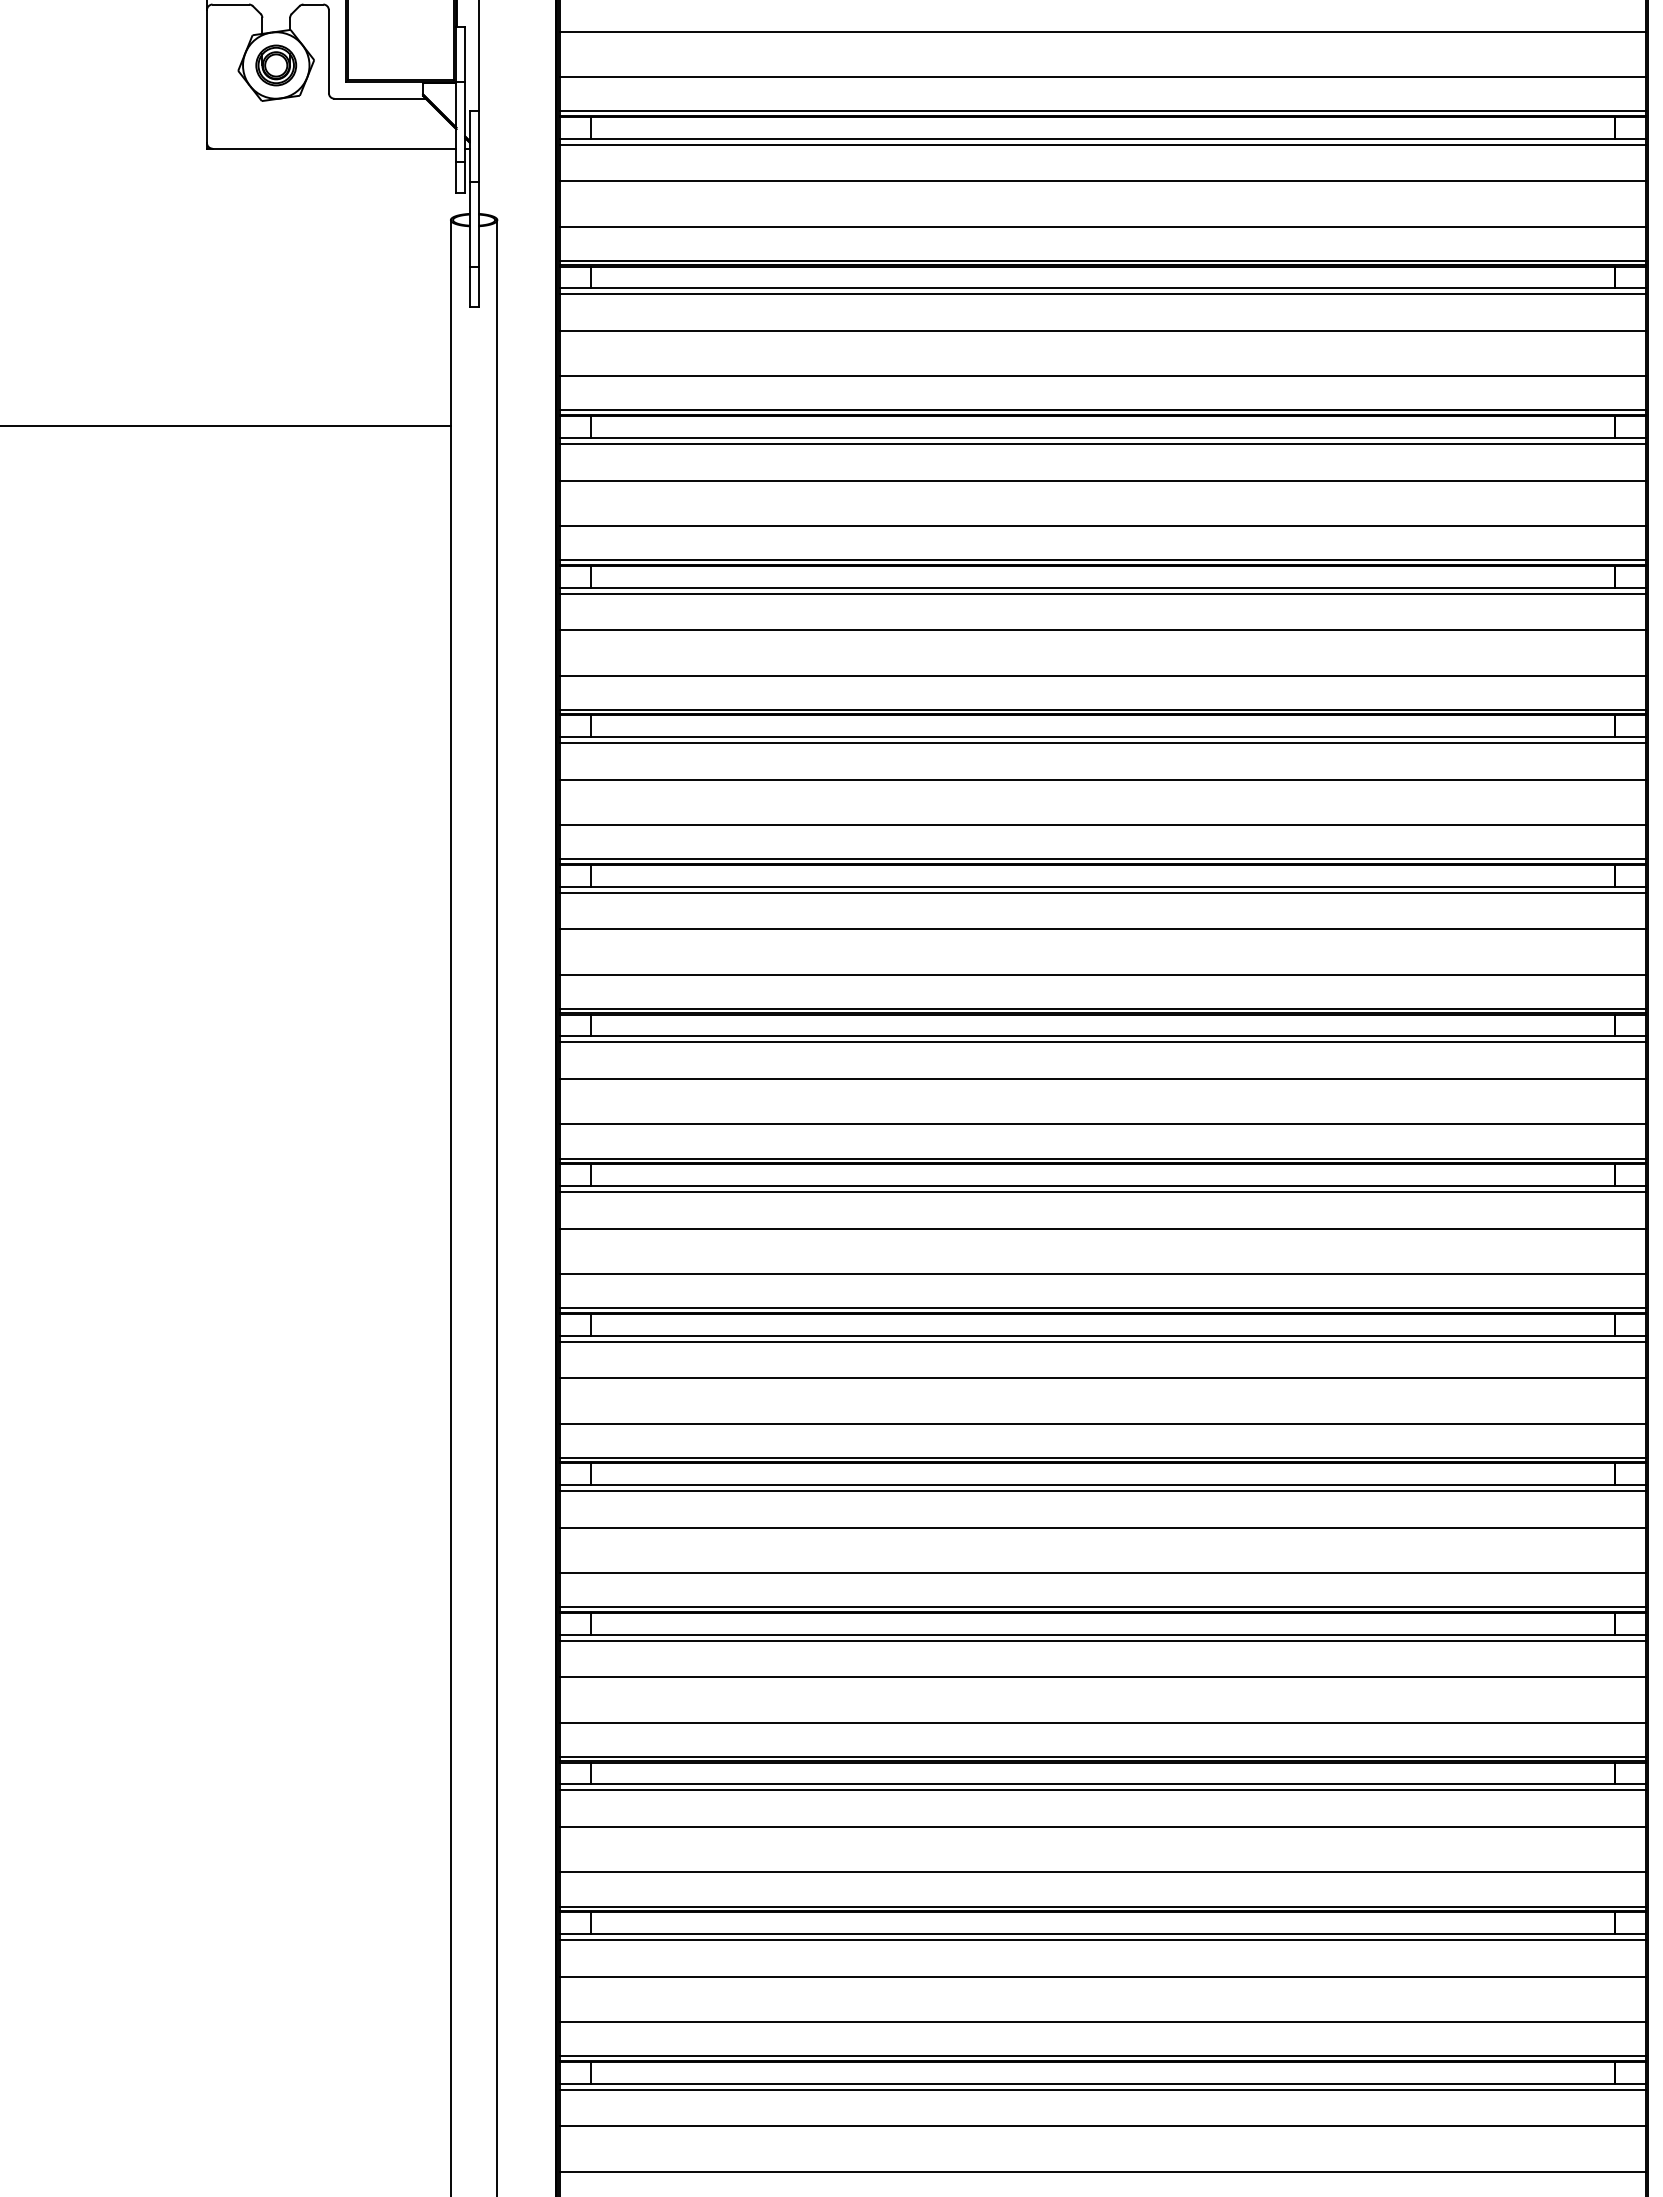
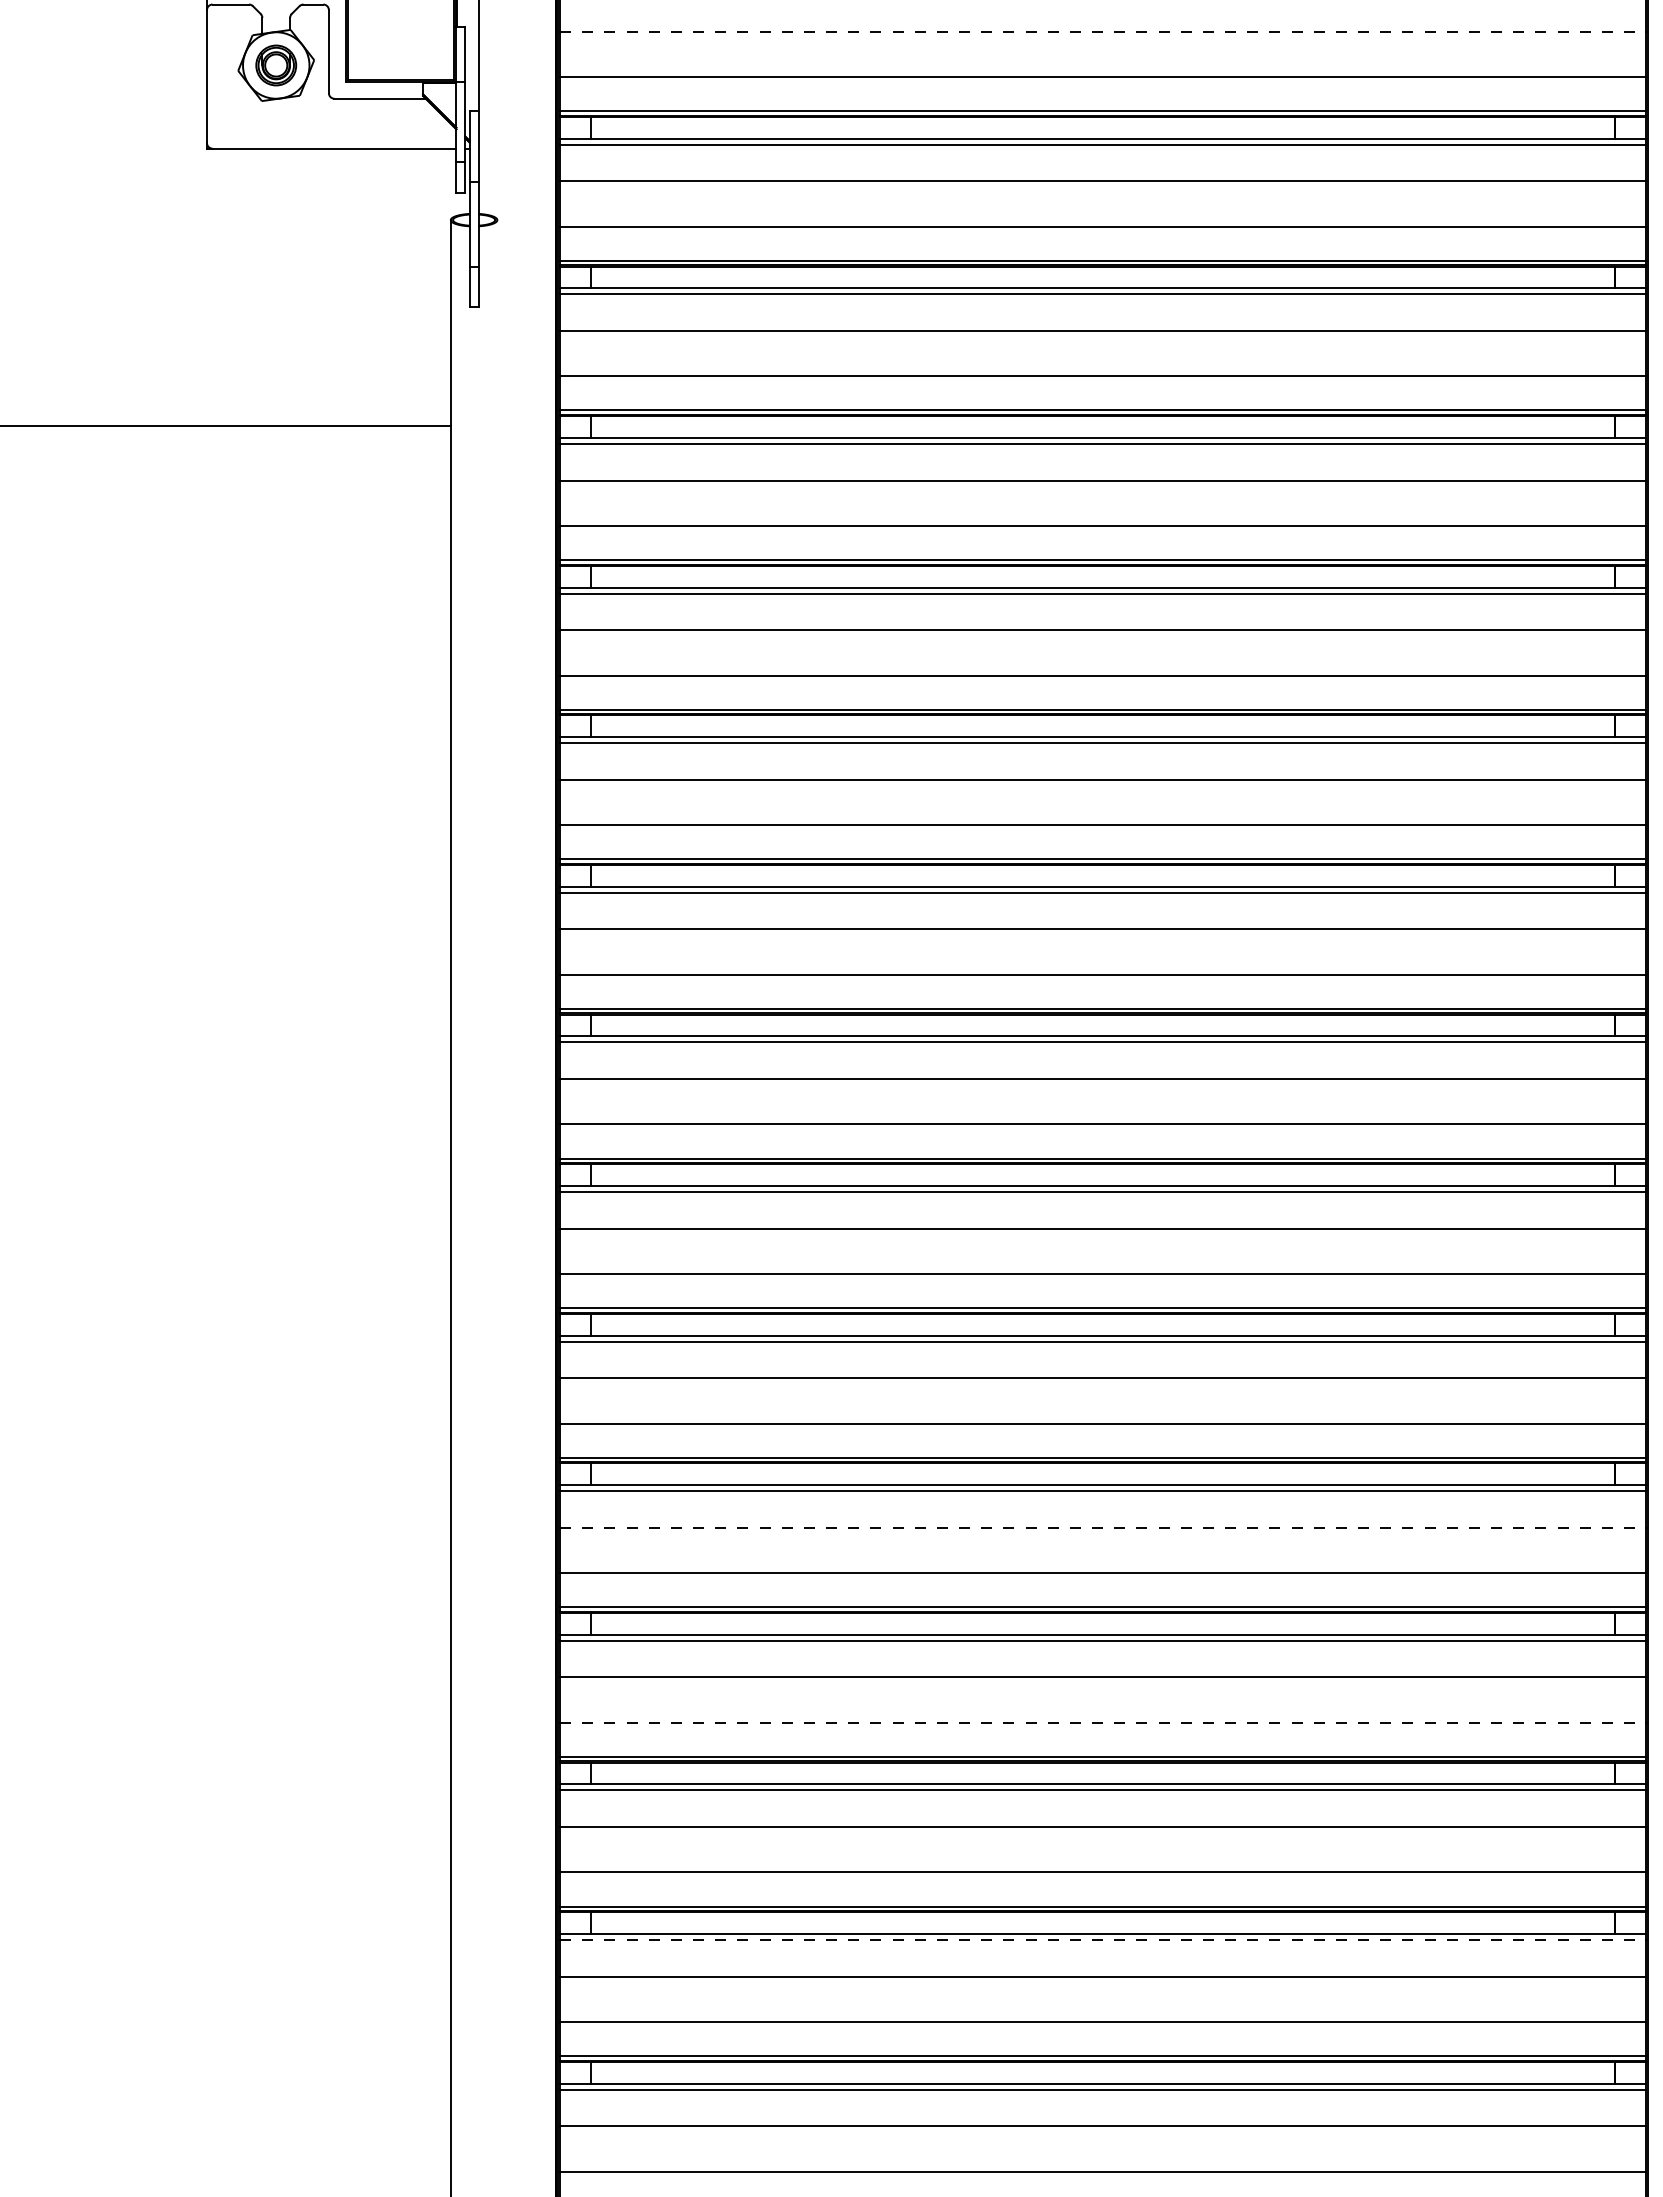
line at (1103, 31): solid -> dashed
line at (497, 1206): present -> none
line at (1103, 1527): solid -> dashed
line at (1103, 1722): solid -> dashed
line at (1103, 1940): solid -> dashed
